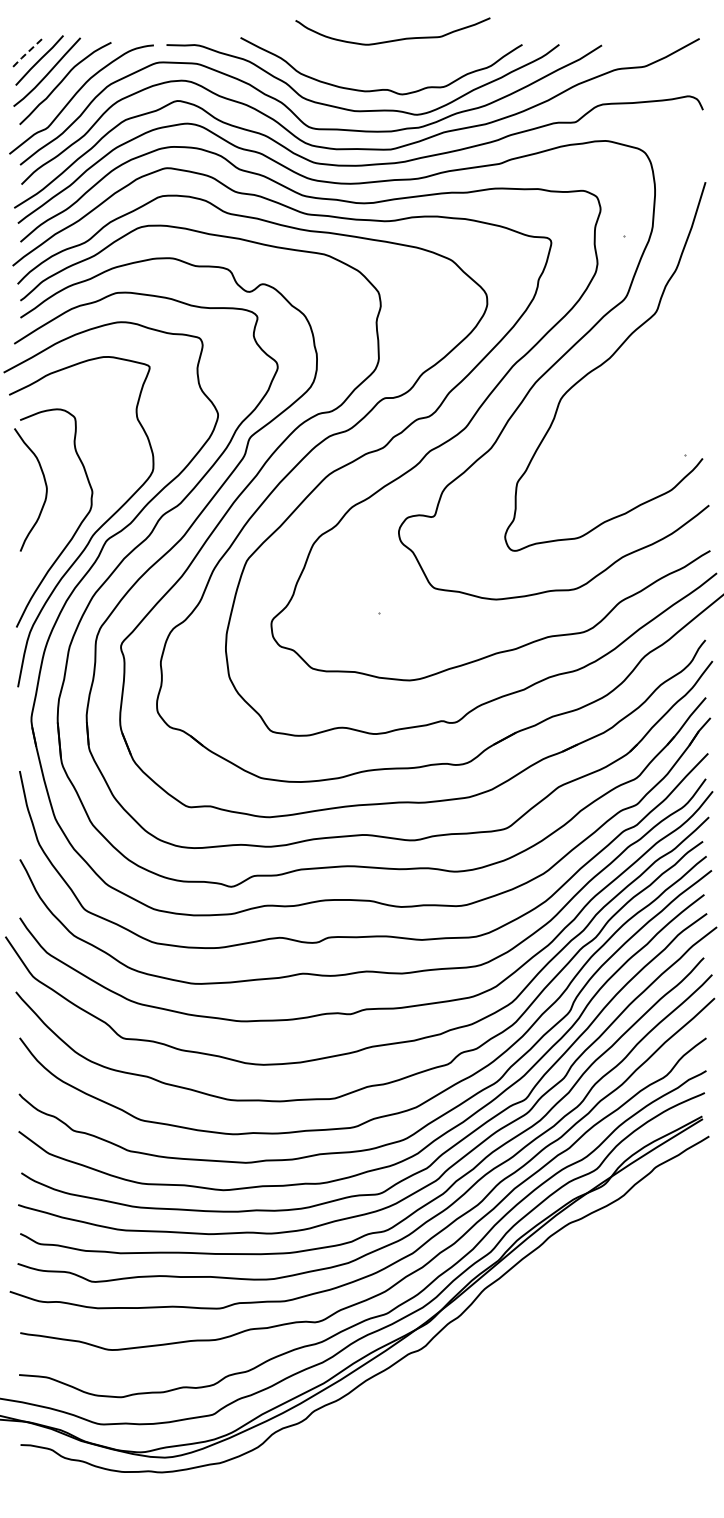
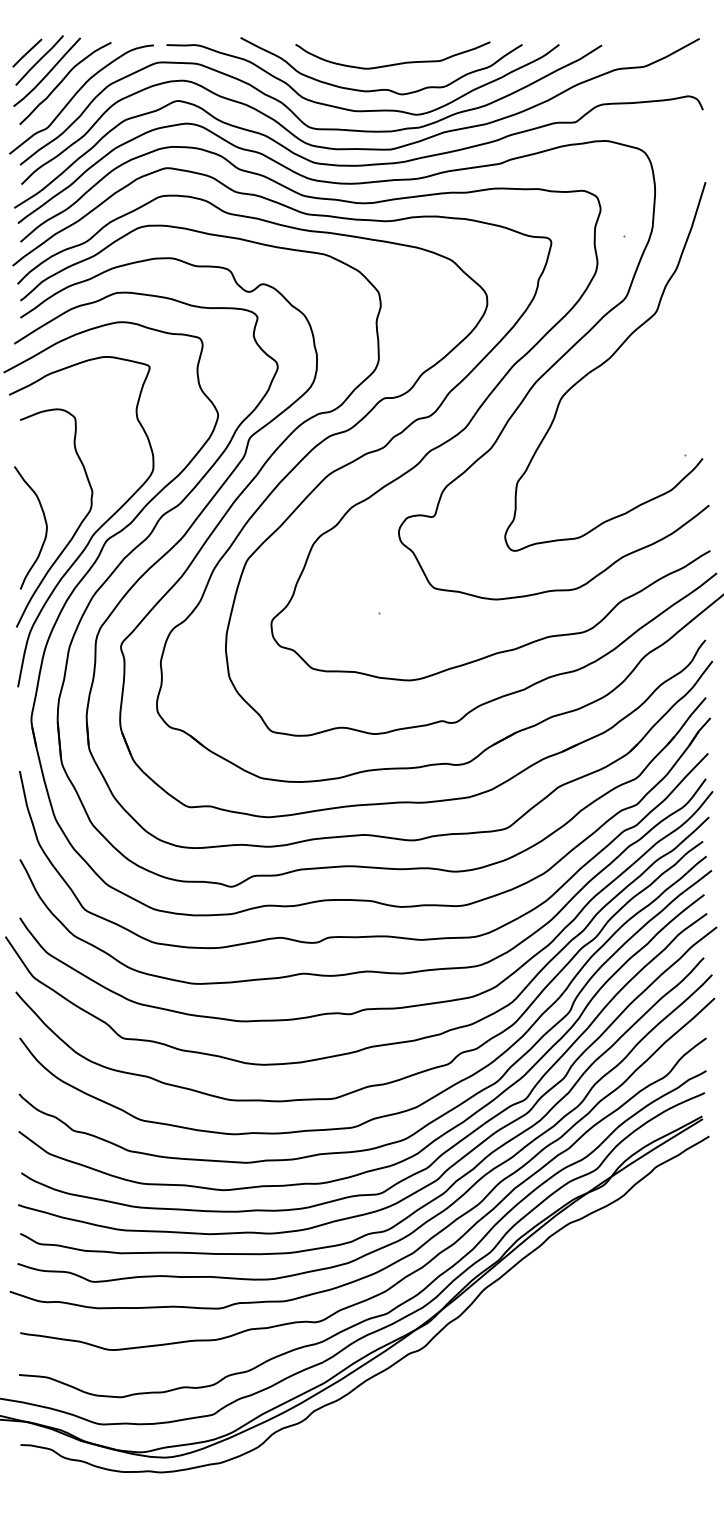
curve at (394, 39) position: (394, 39) -> (394, 63)
line at (26, 53): dashed -> solid
curve at (45, 487) position: (45, 487) -> (45, 525)
